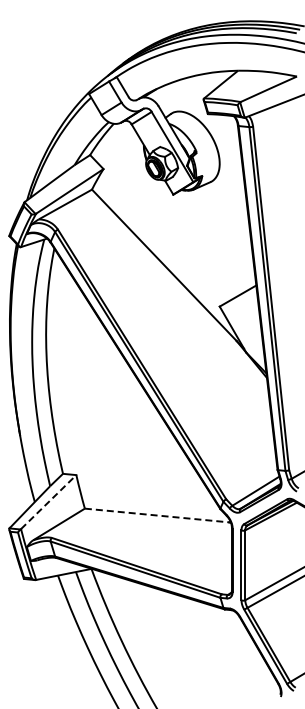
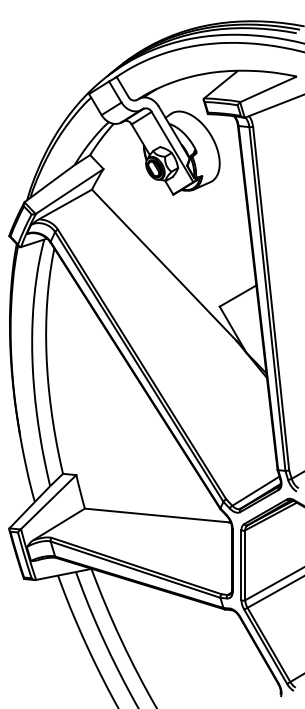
line at (48, 502): dashed -> solid
line at (157, 515): dashed -> solid
